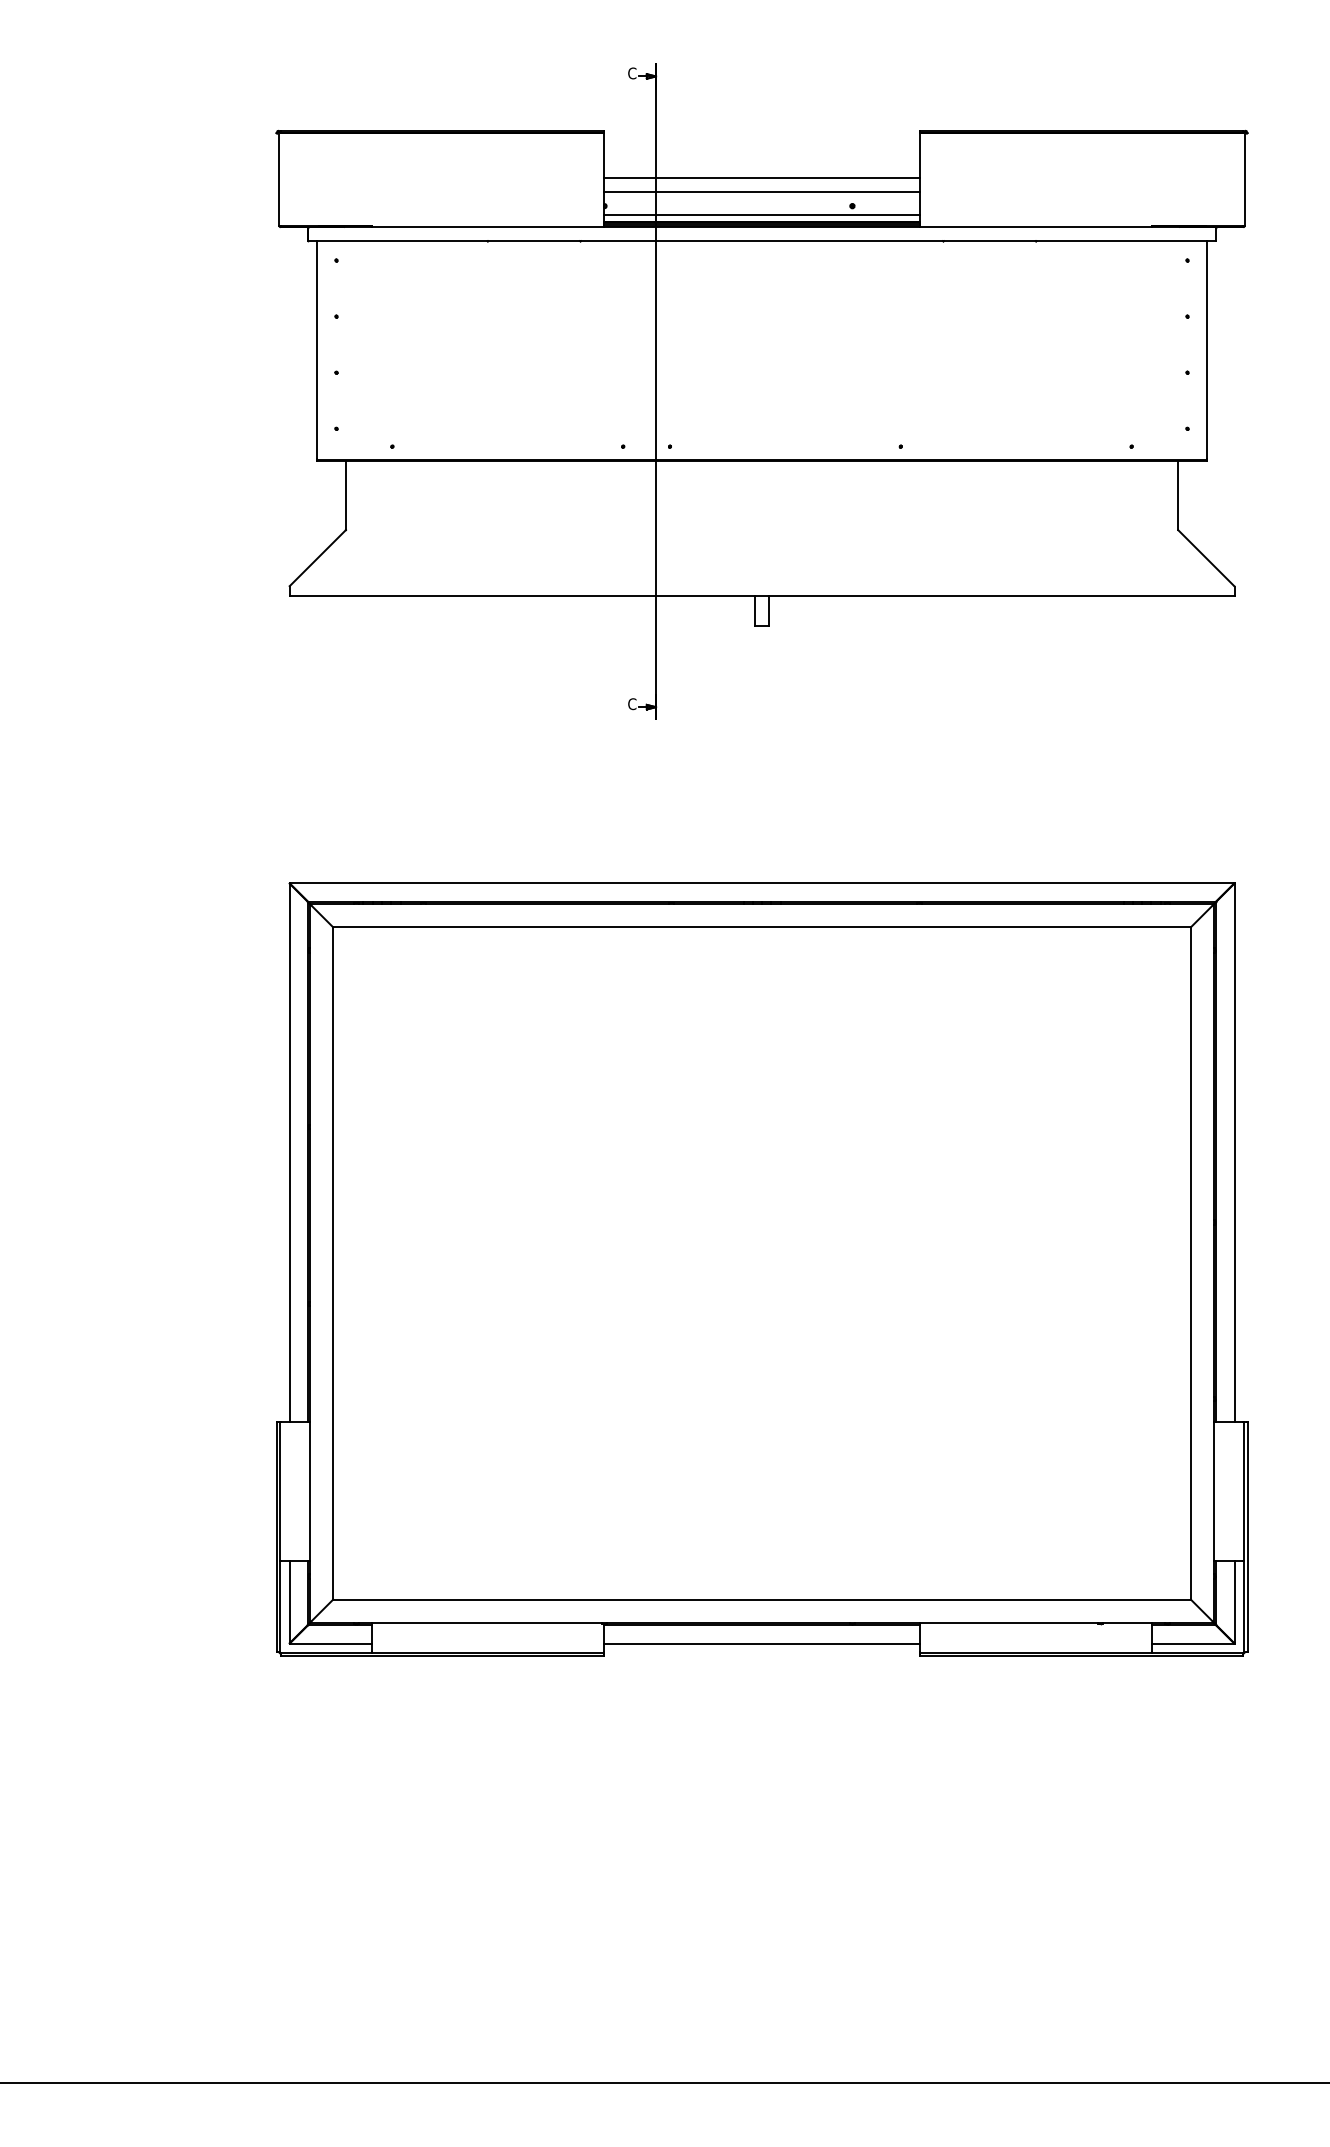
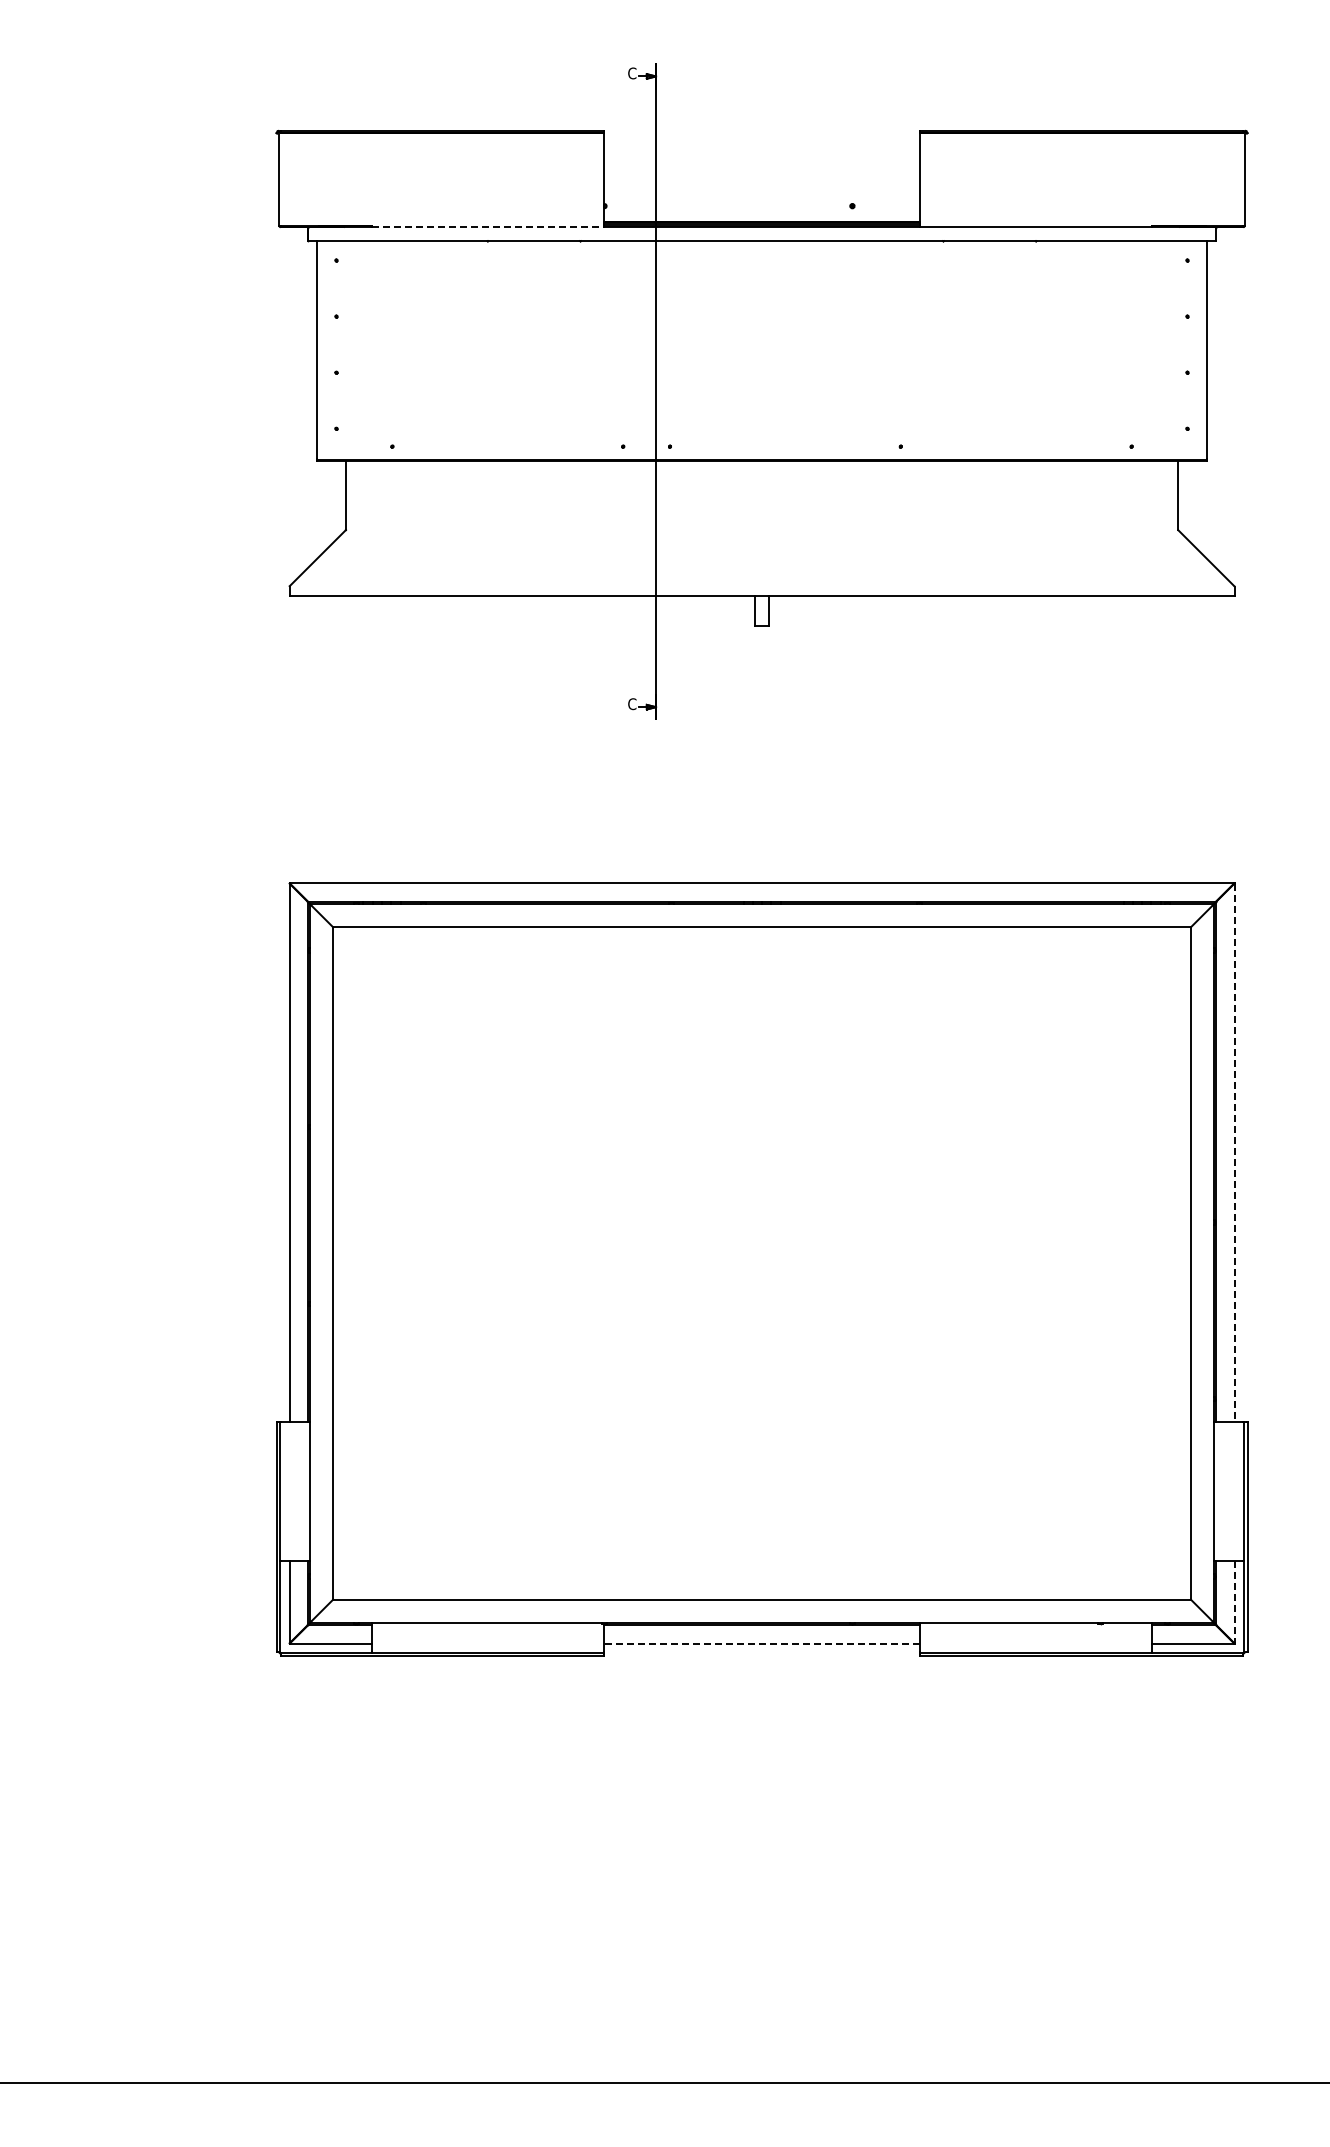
line at (761, 177): present -> none
line at (761, 192): present -> none
line at (761, 215): present -> none
line at (487, 227): solid -> dashed
line at (1234, 1153): solid -> dashed
line at (1234, 1602): solid -> dashed
line at (761, 1643): solid -> dashed
